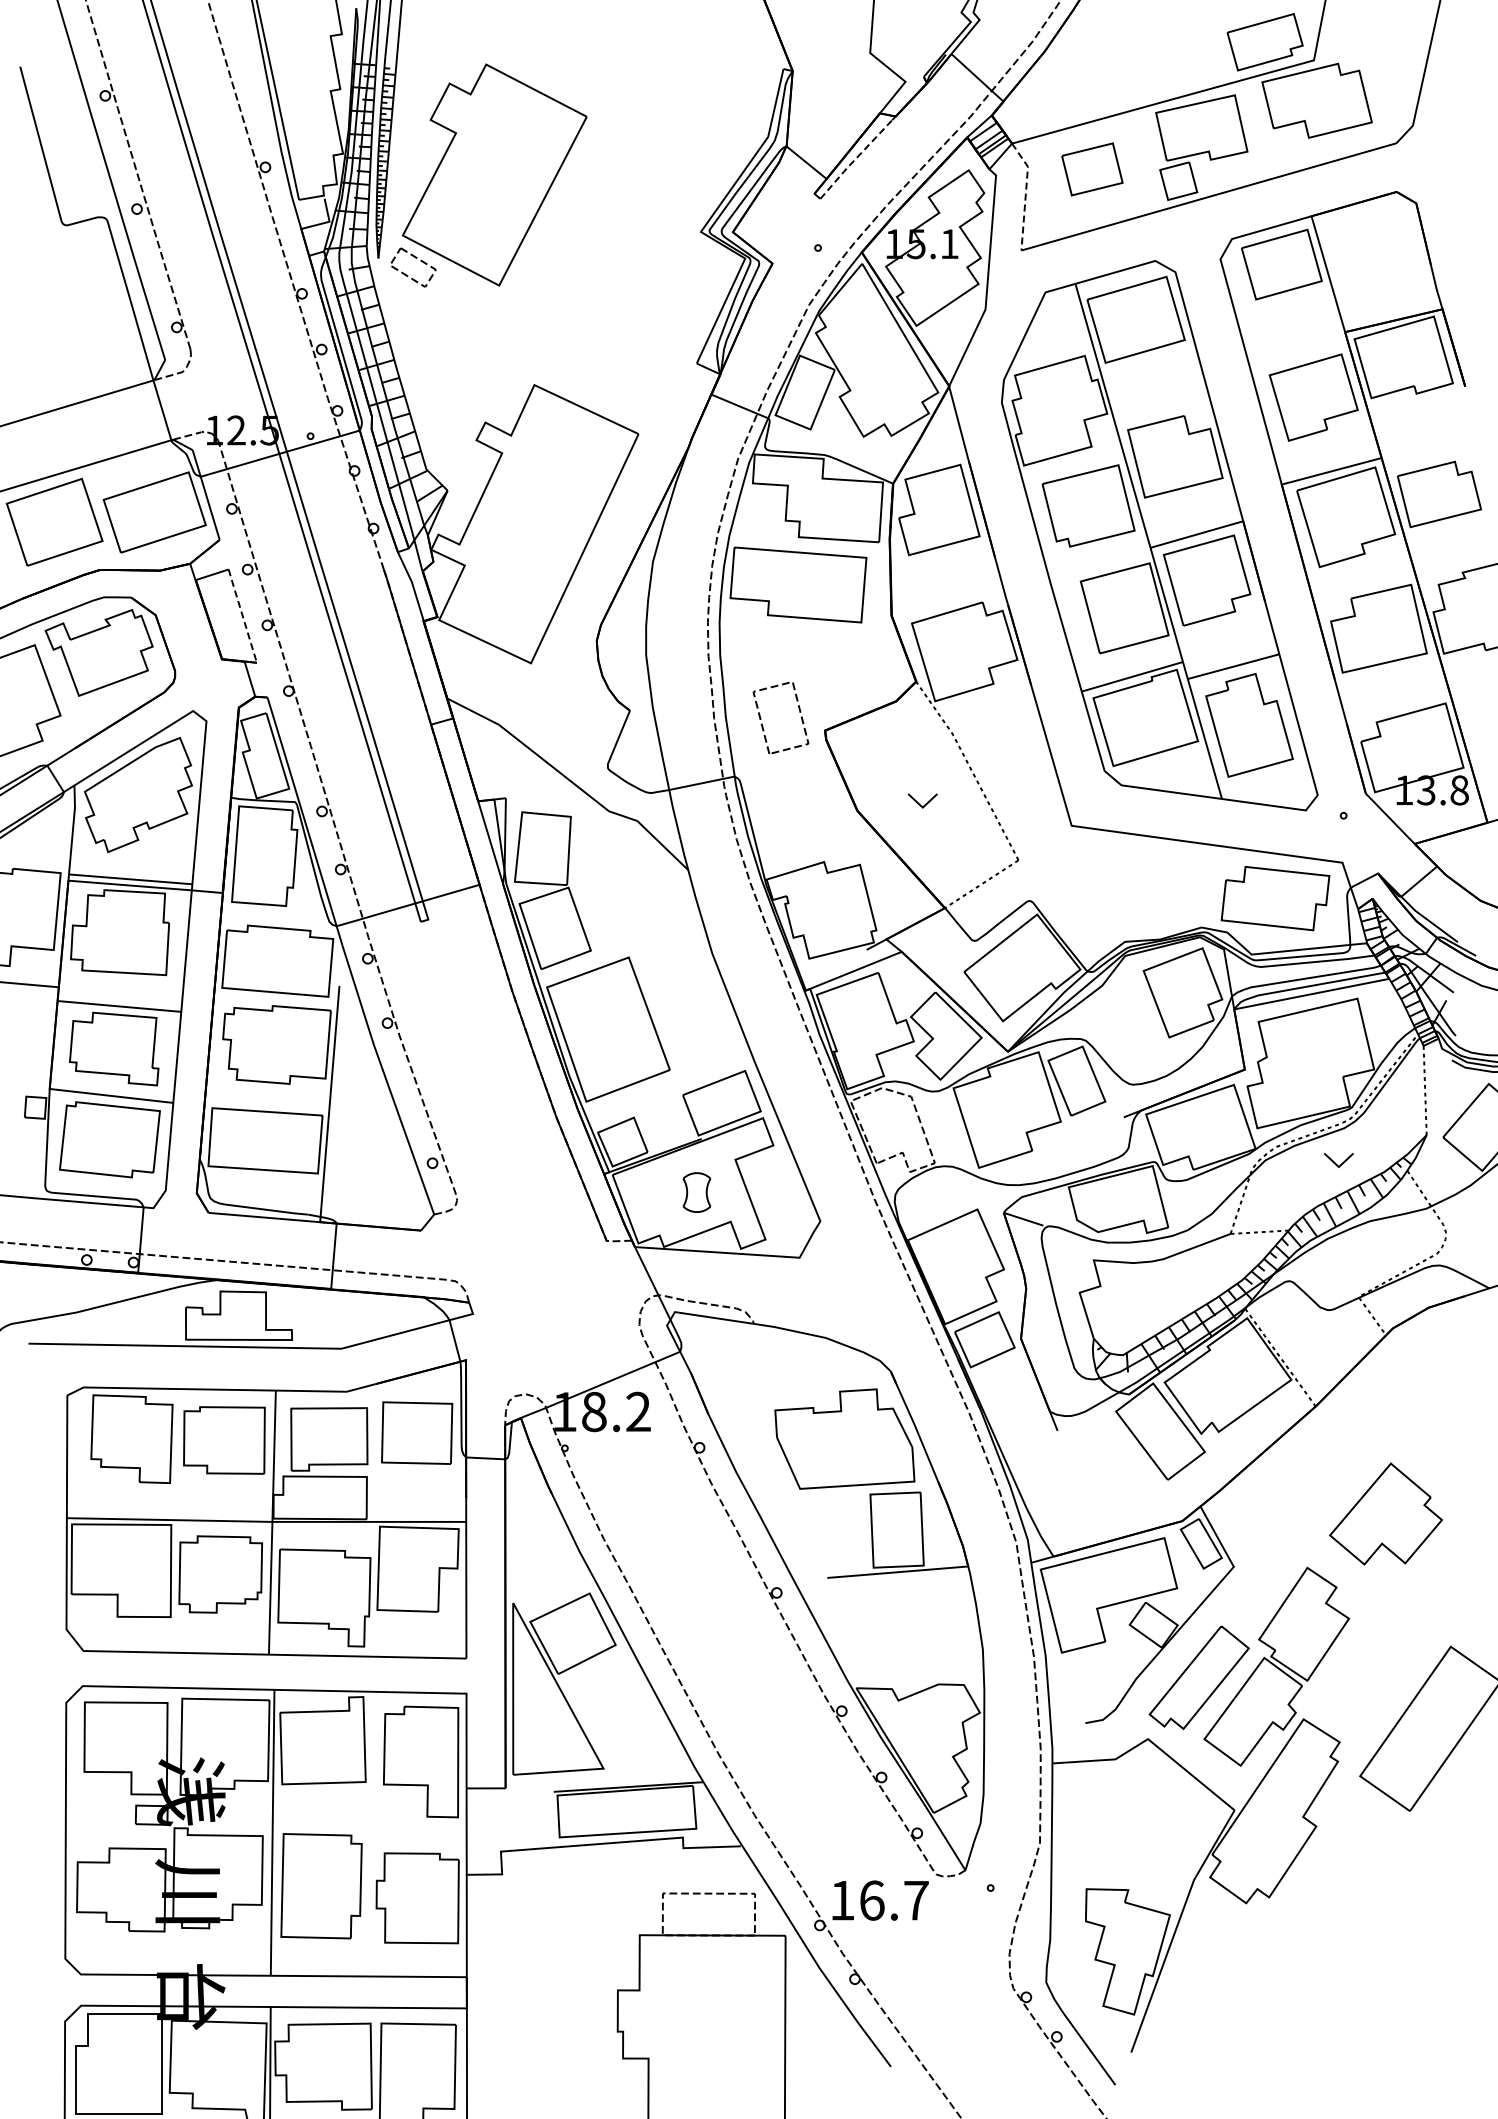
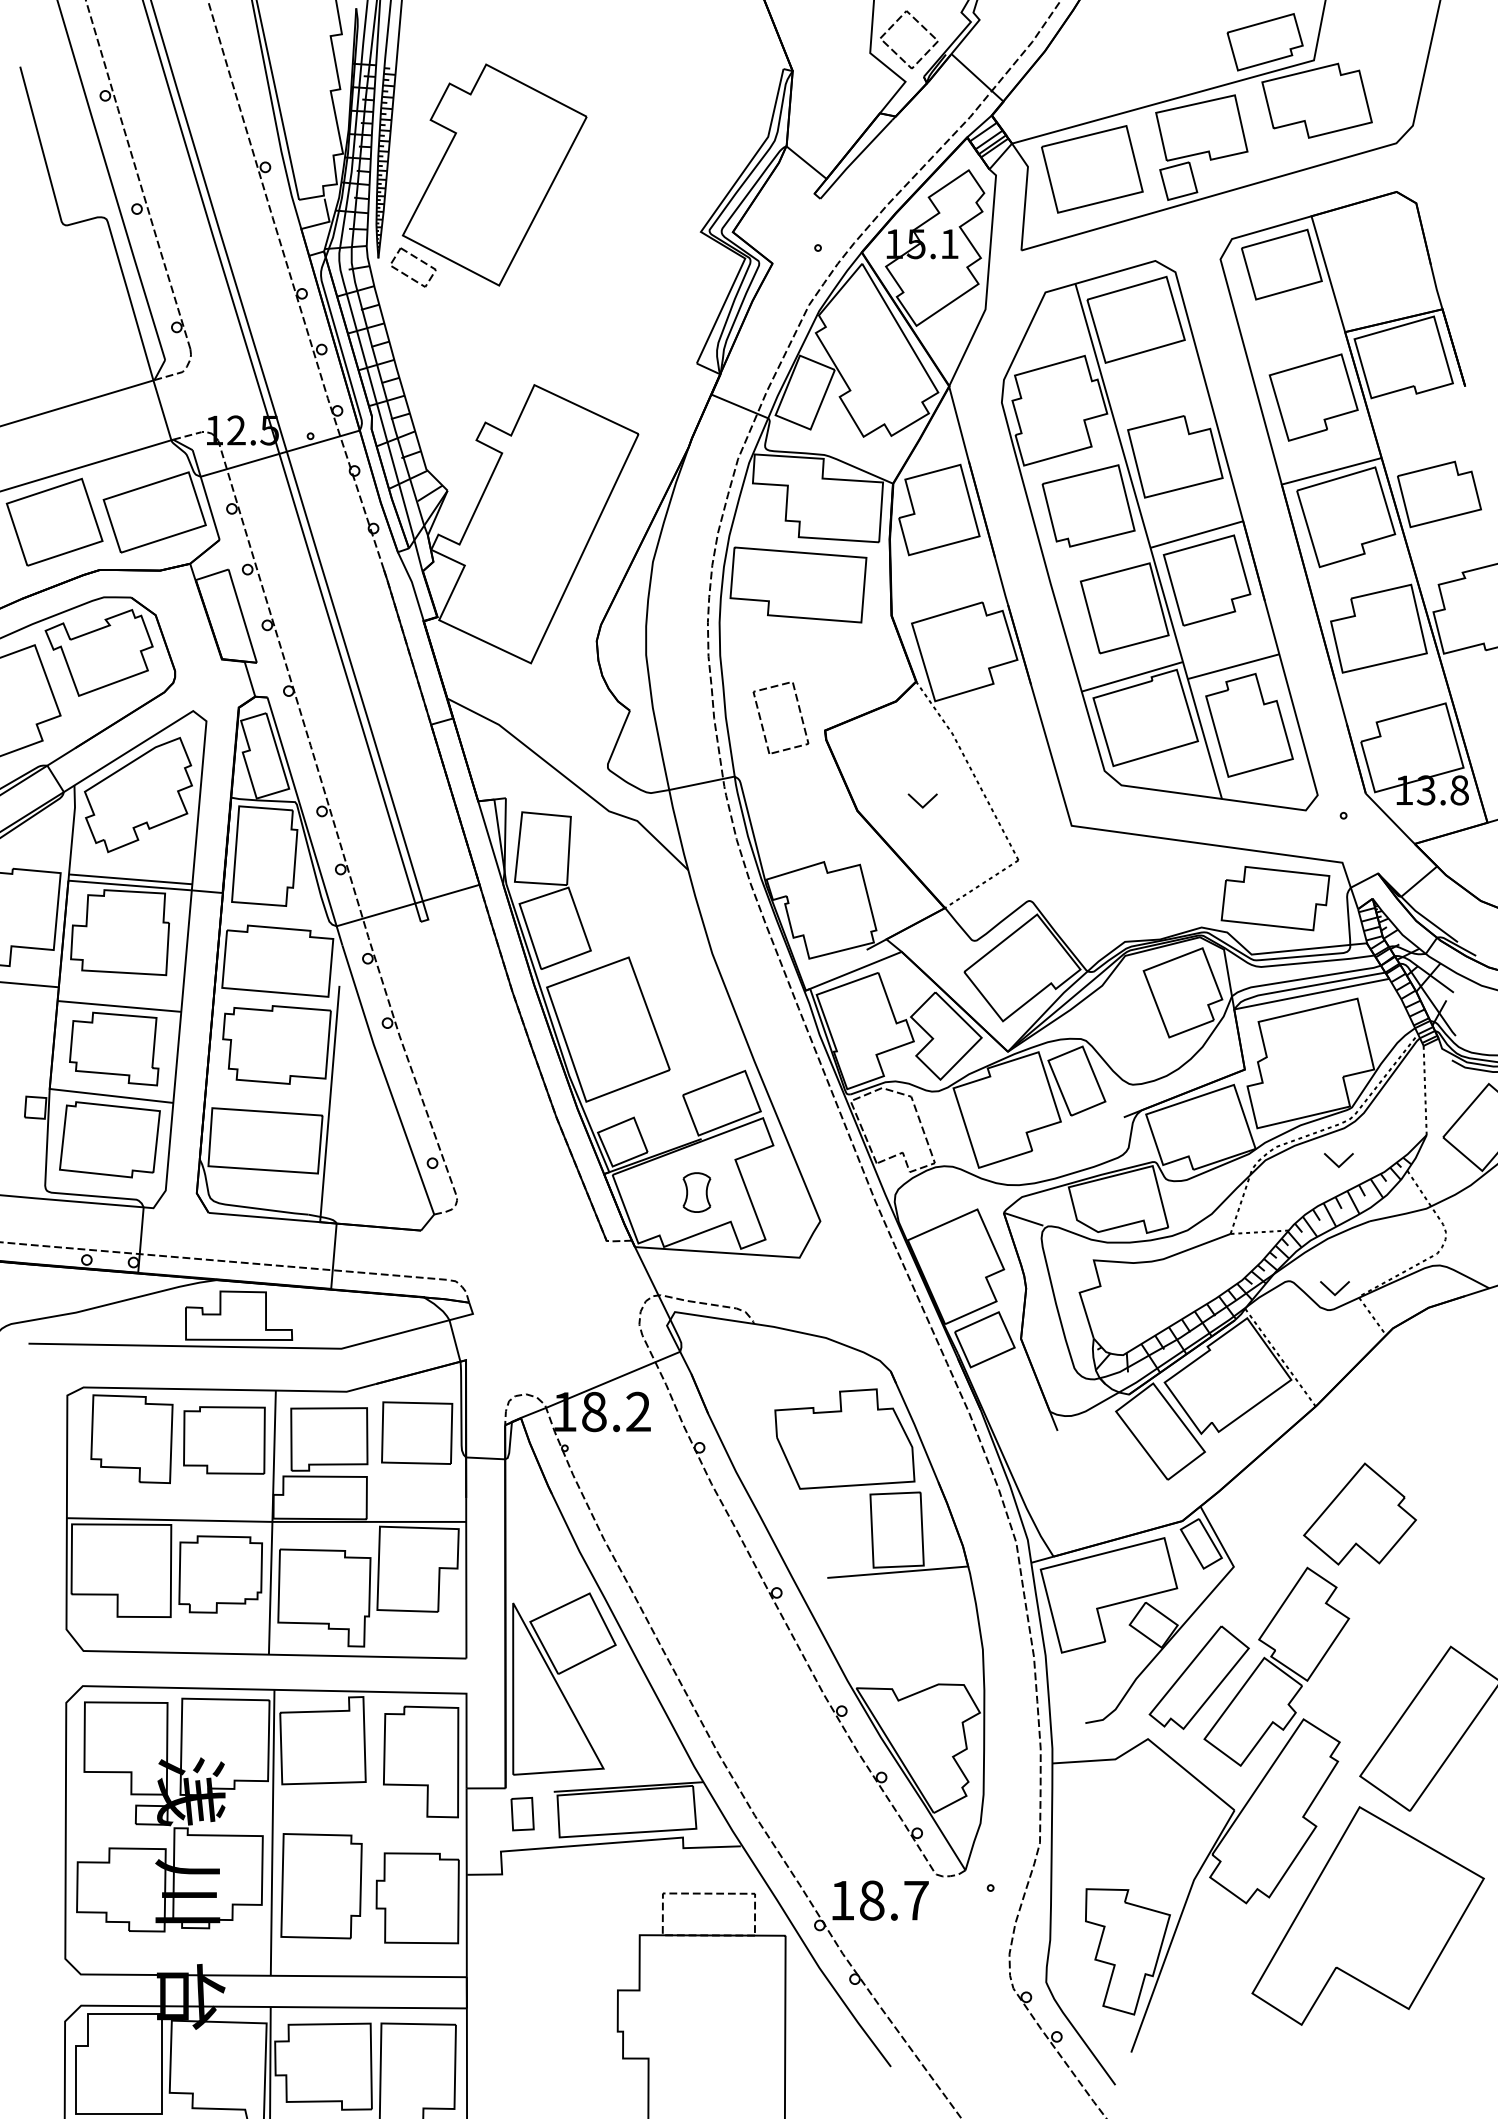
part at (921, 26): none -> present
line at (855, 159): dashed -> solid
part at (1092, 169) size: 63x55 px -> 103x89 px
line at (1025, 193): dashed -> solid
line at (242, 616): dashed -> solid
part at (1334, 1288): none -> present
part at (1385, 1513) position: (1385, 1513) -> (1359, 1513)
part at (522, 1814): none -> present
text at (872, 1900): 16.7 -> 18.7
part at (1367, 1915): none -> present
